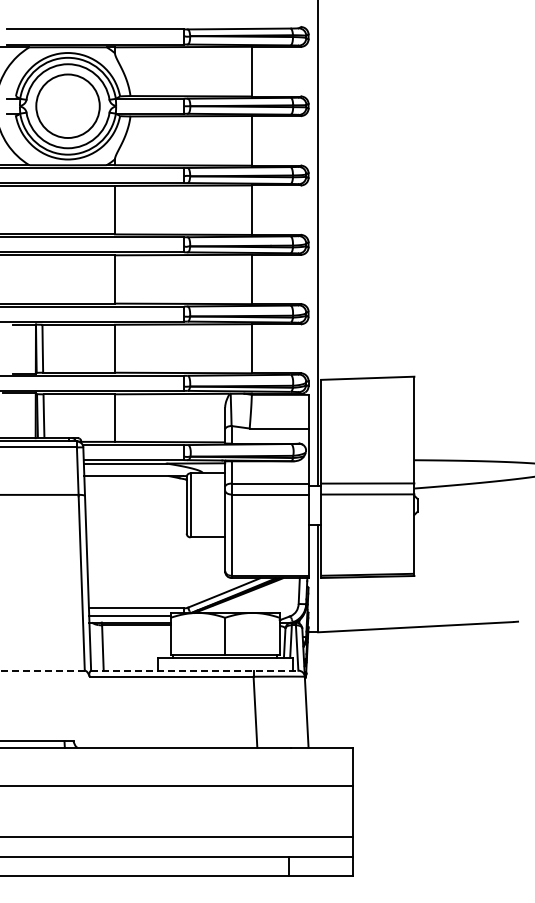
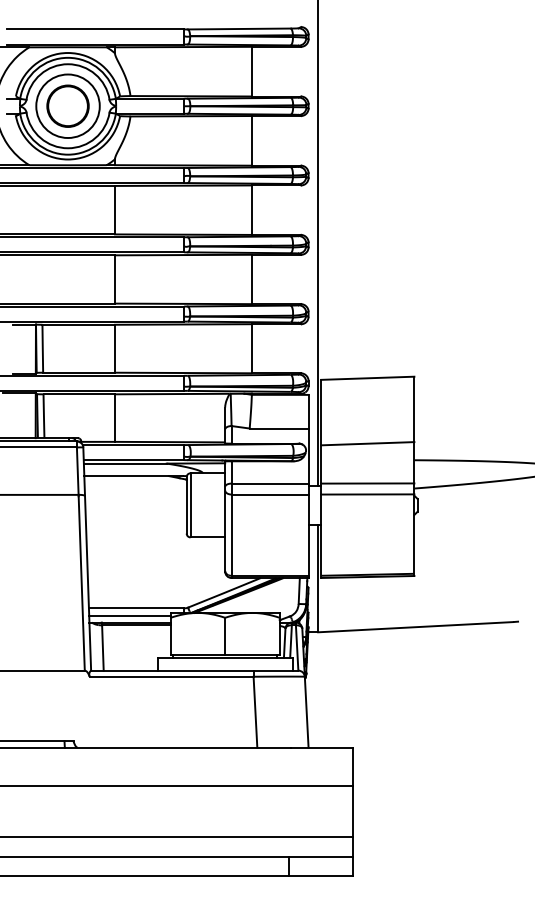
circle at (67, 105): none -> present
line at (367, 443): none -> present
line at (42, 670): dashed -> solid
line at (194, 670): dashed -> solid
